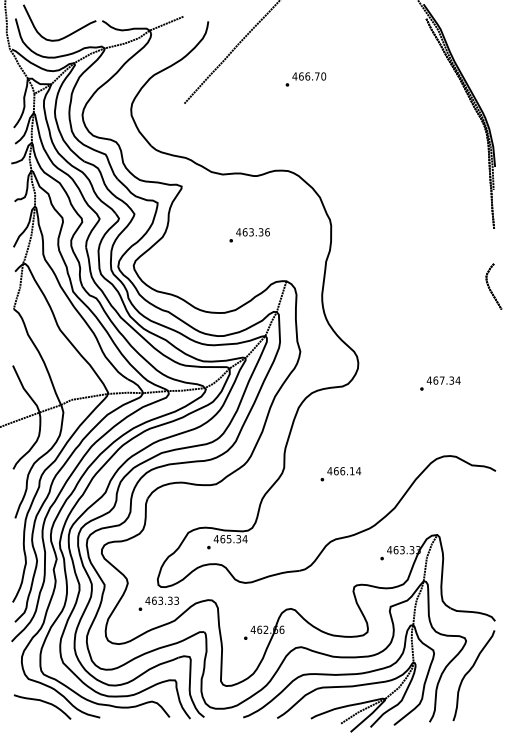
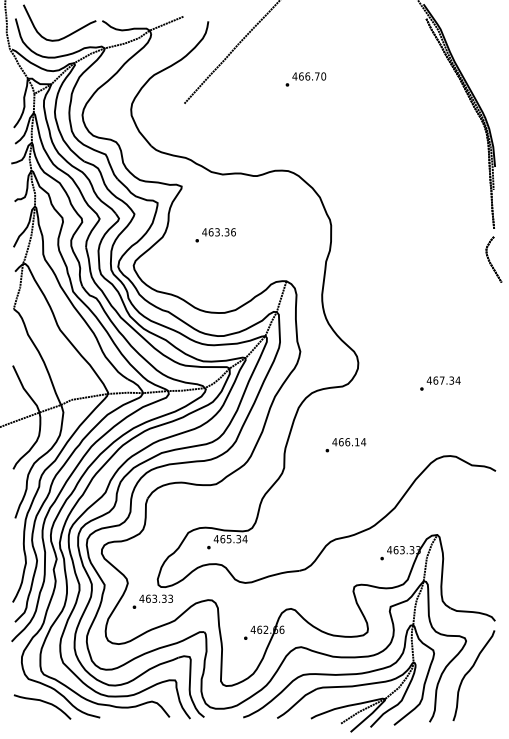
text at (249, 235) position: (249, 235) -> (215, 235)
part at (493, 286) position: (493, 286) -> (493, 259)
text at (340, 474) position: (340, 474) -> (345, 445)
text at (158, 603) position: (158, 603) -> (152, 601)
